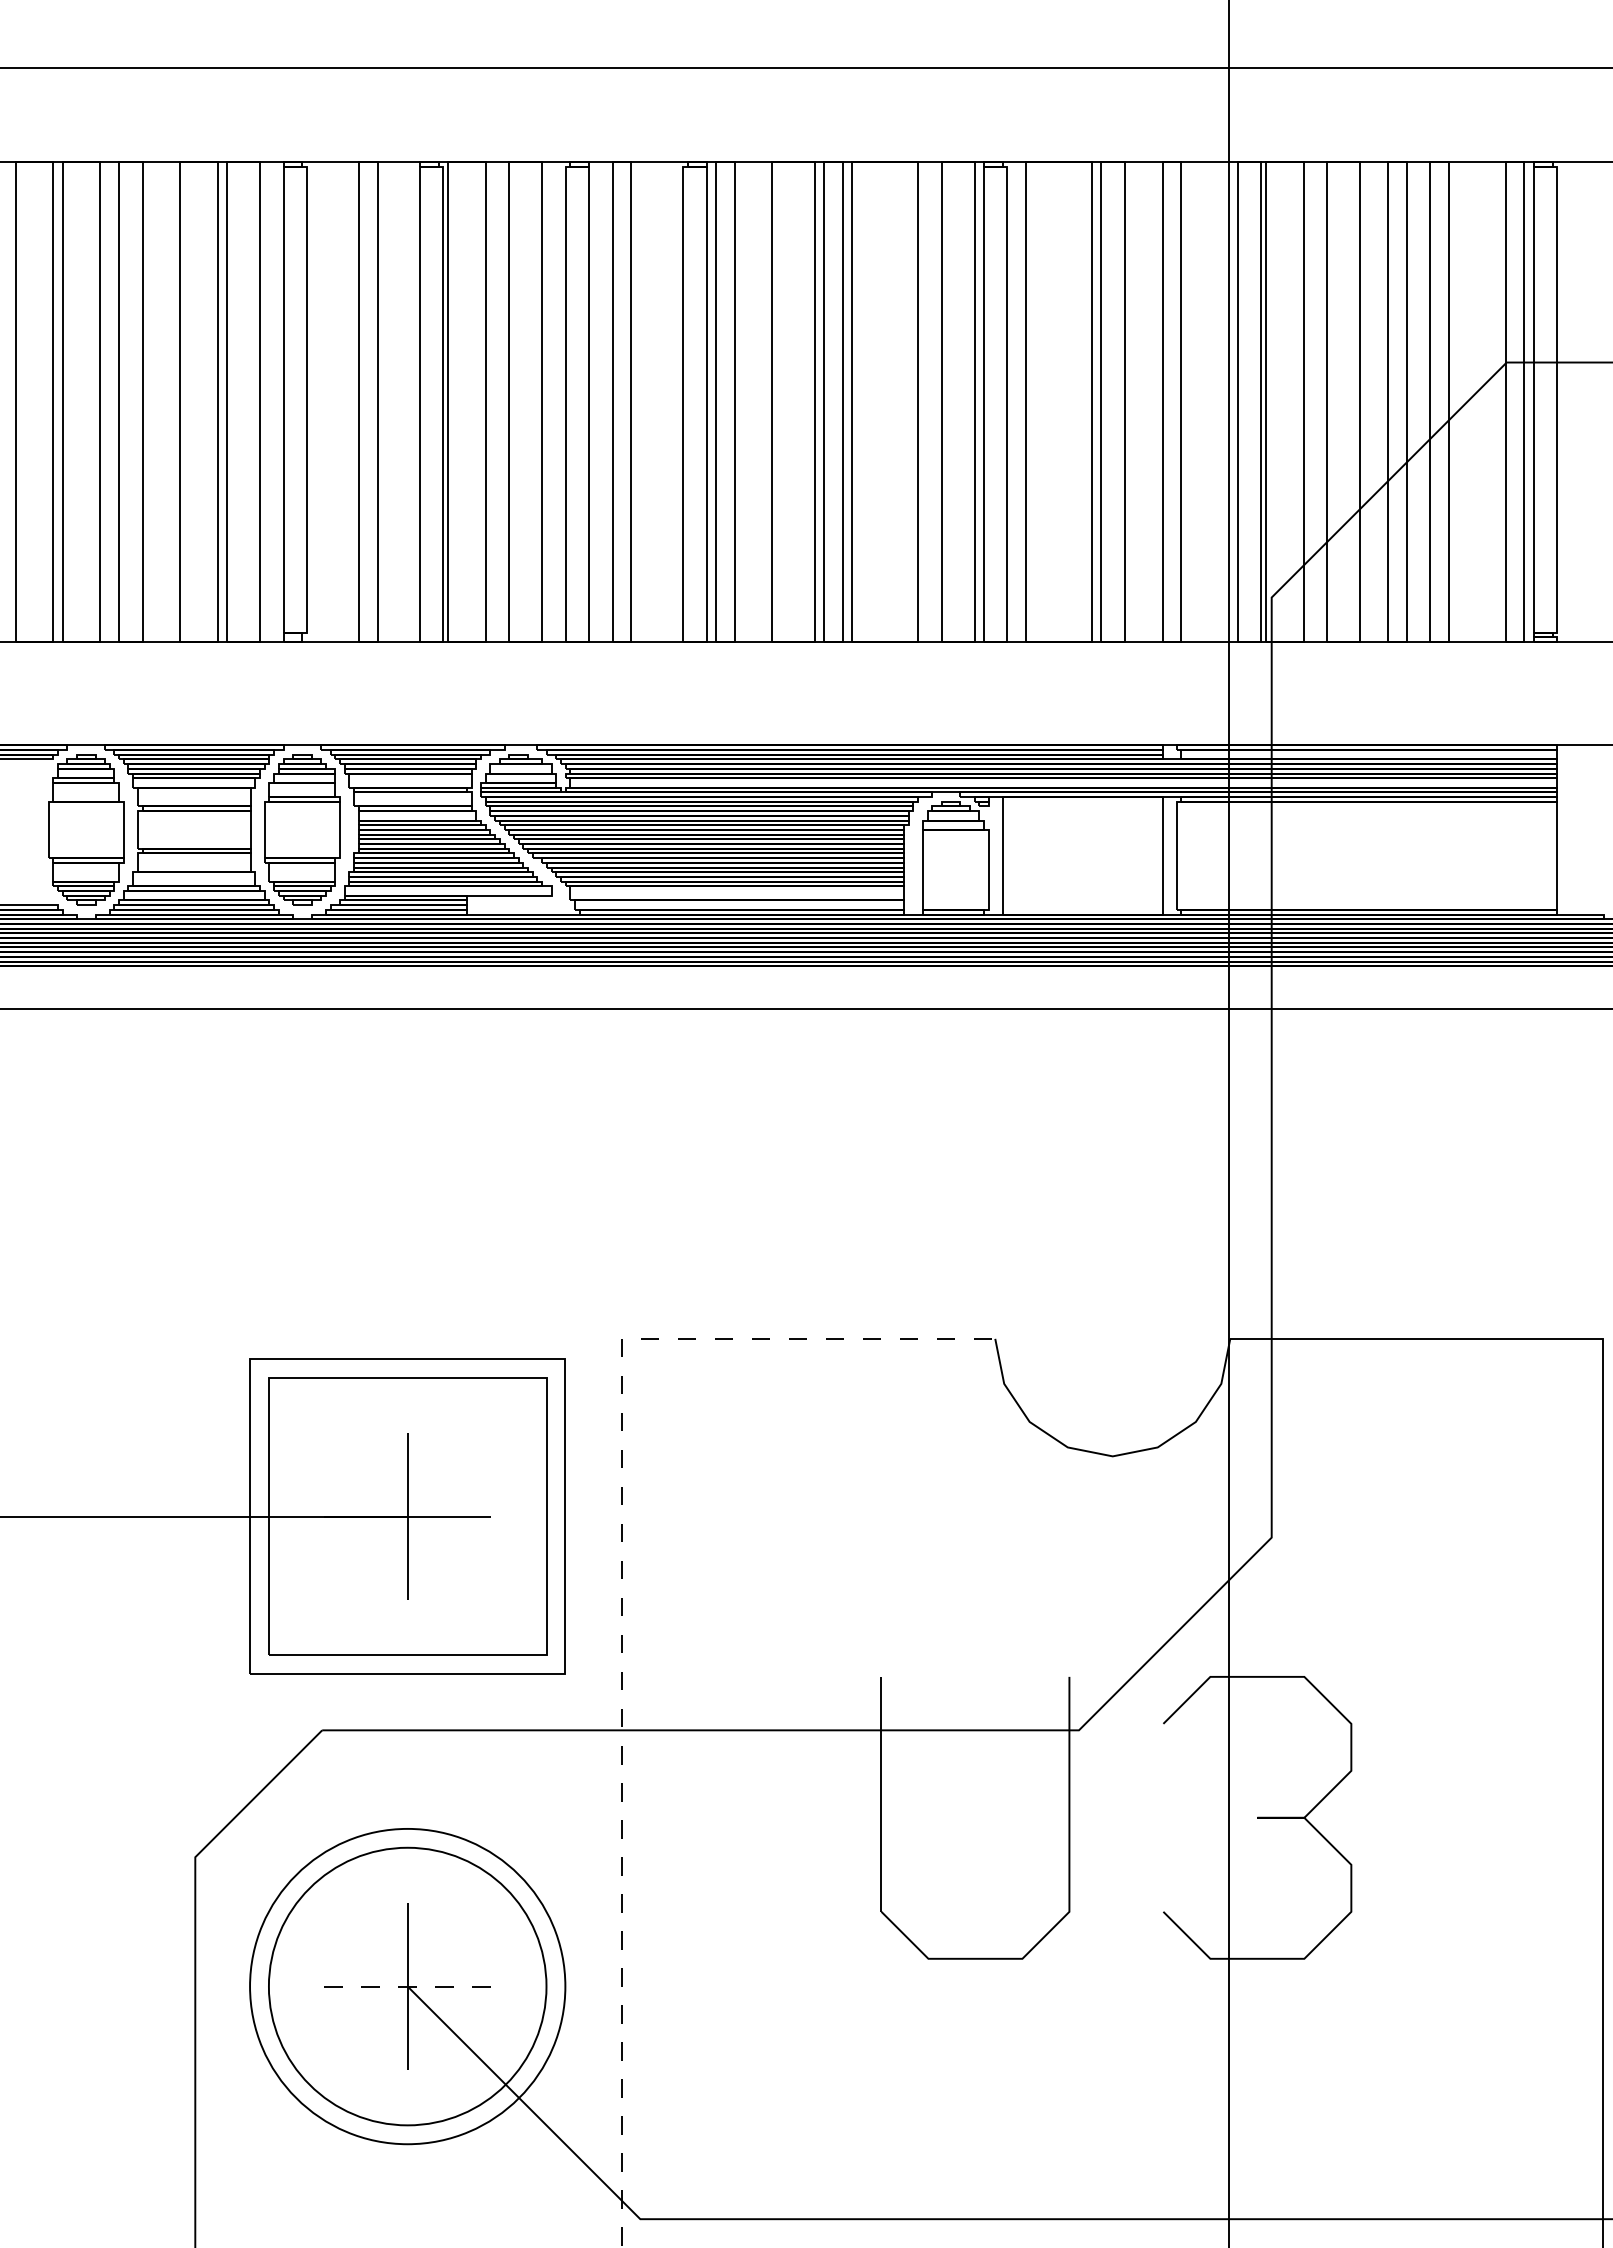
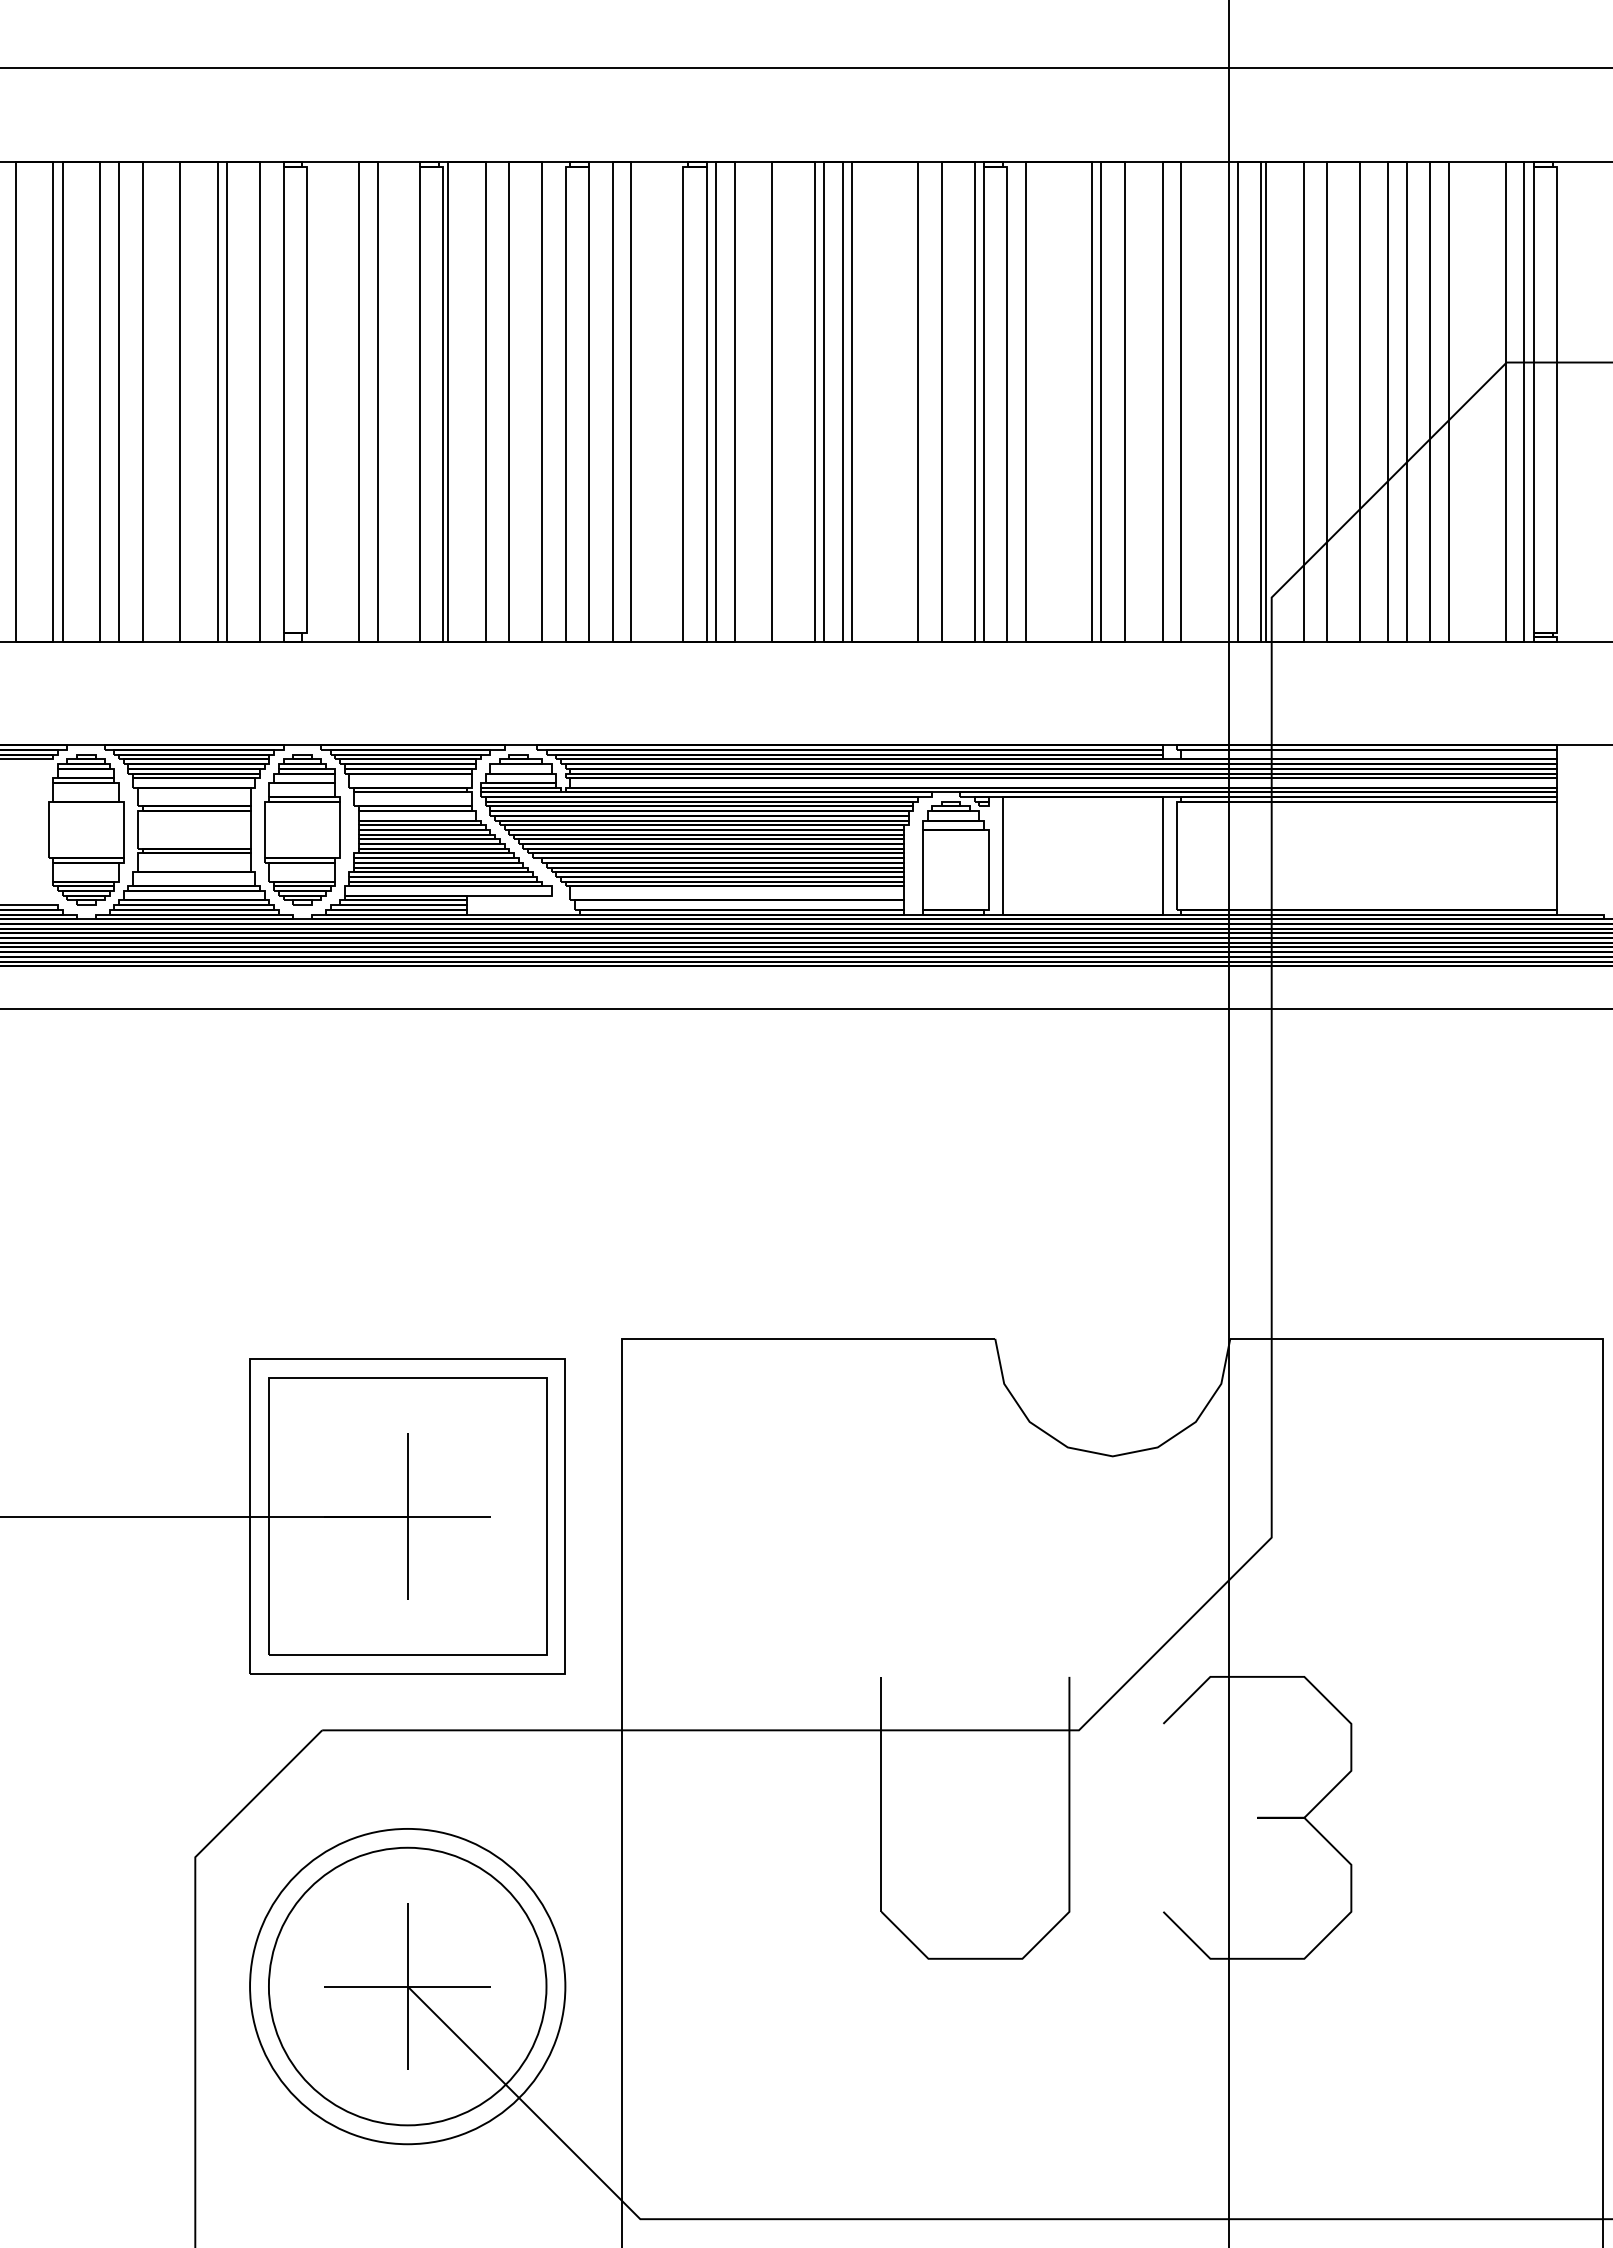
line at (622, 1605): dashed -> solid
line at (408, 1986): dashed -> solid
